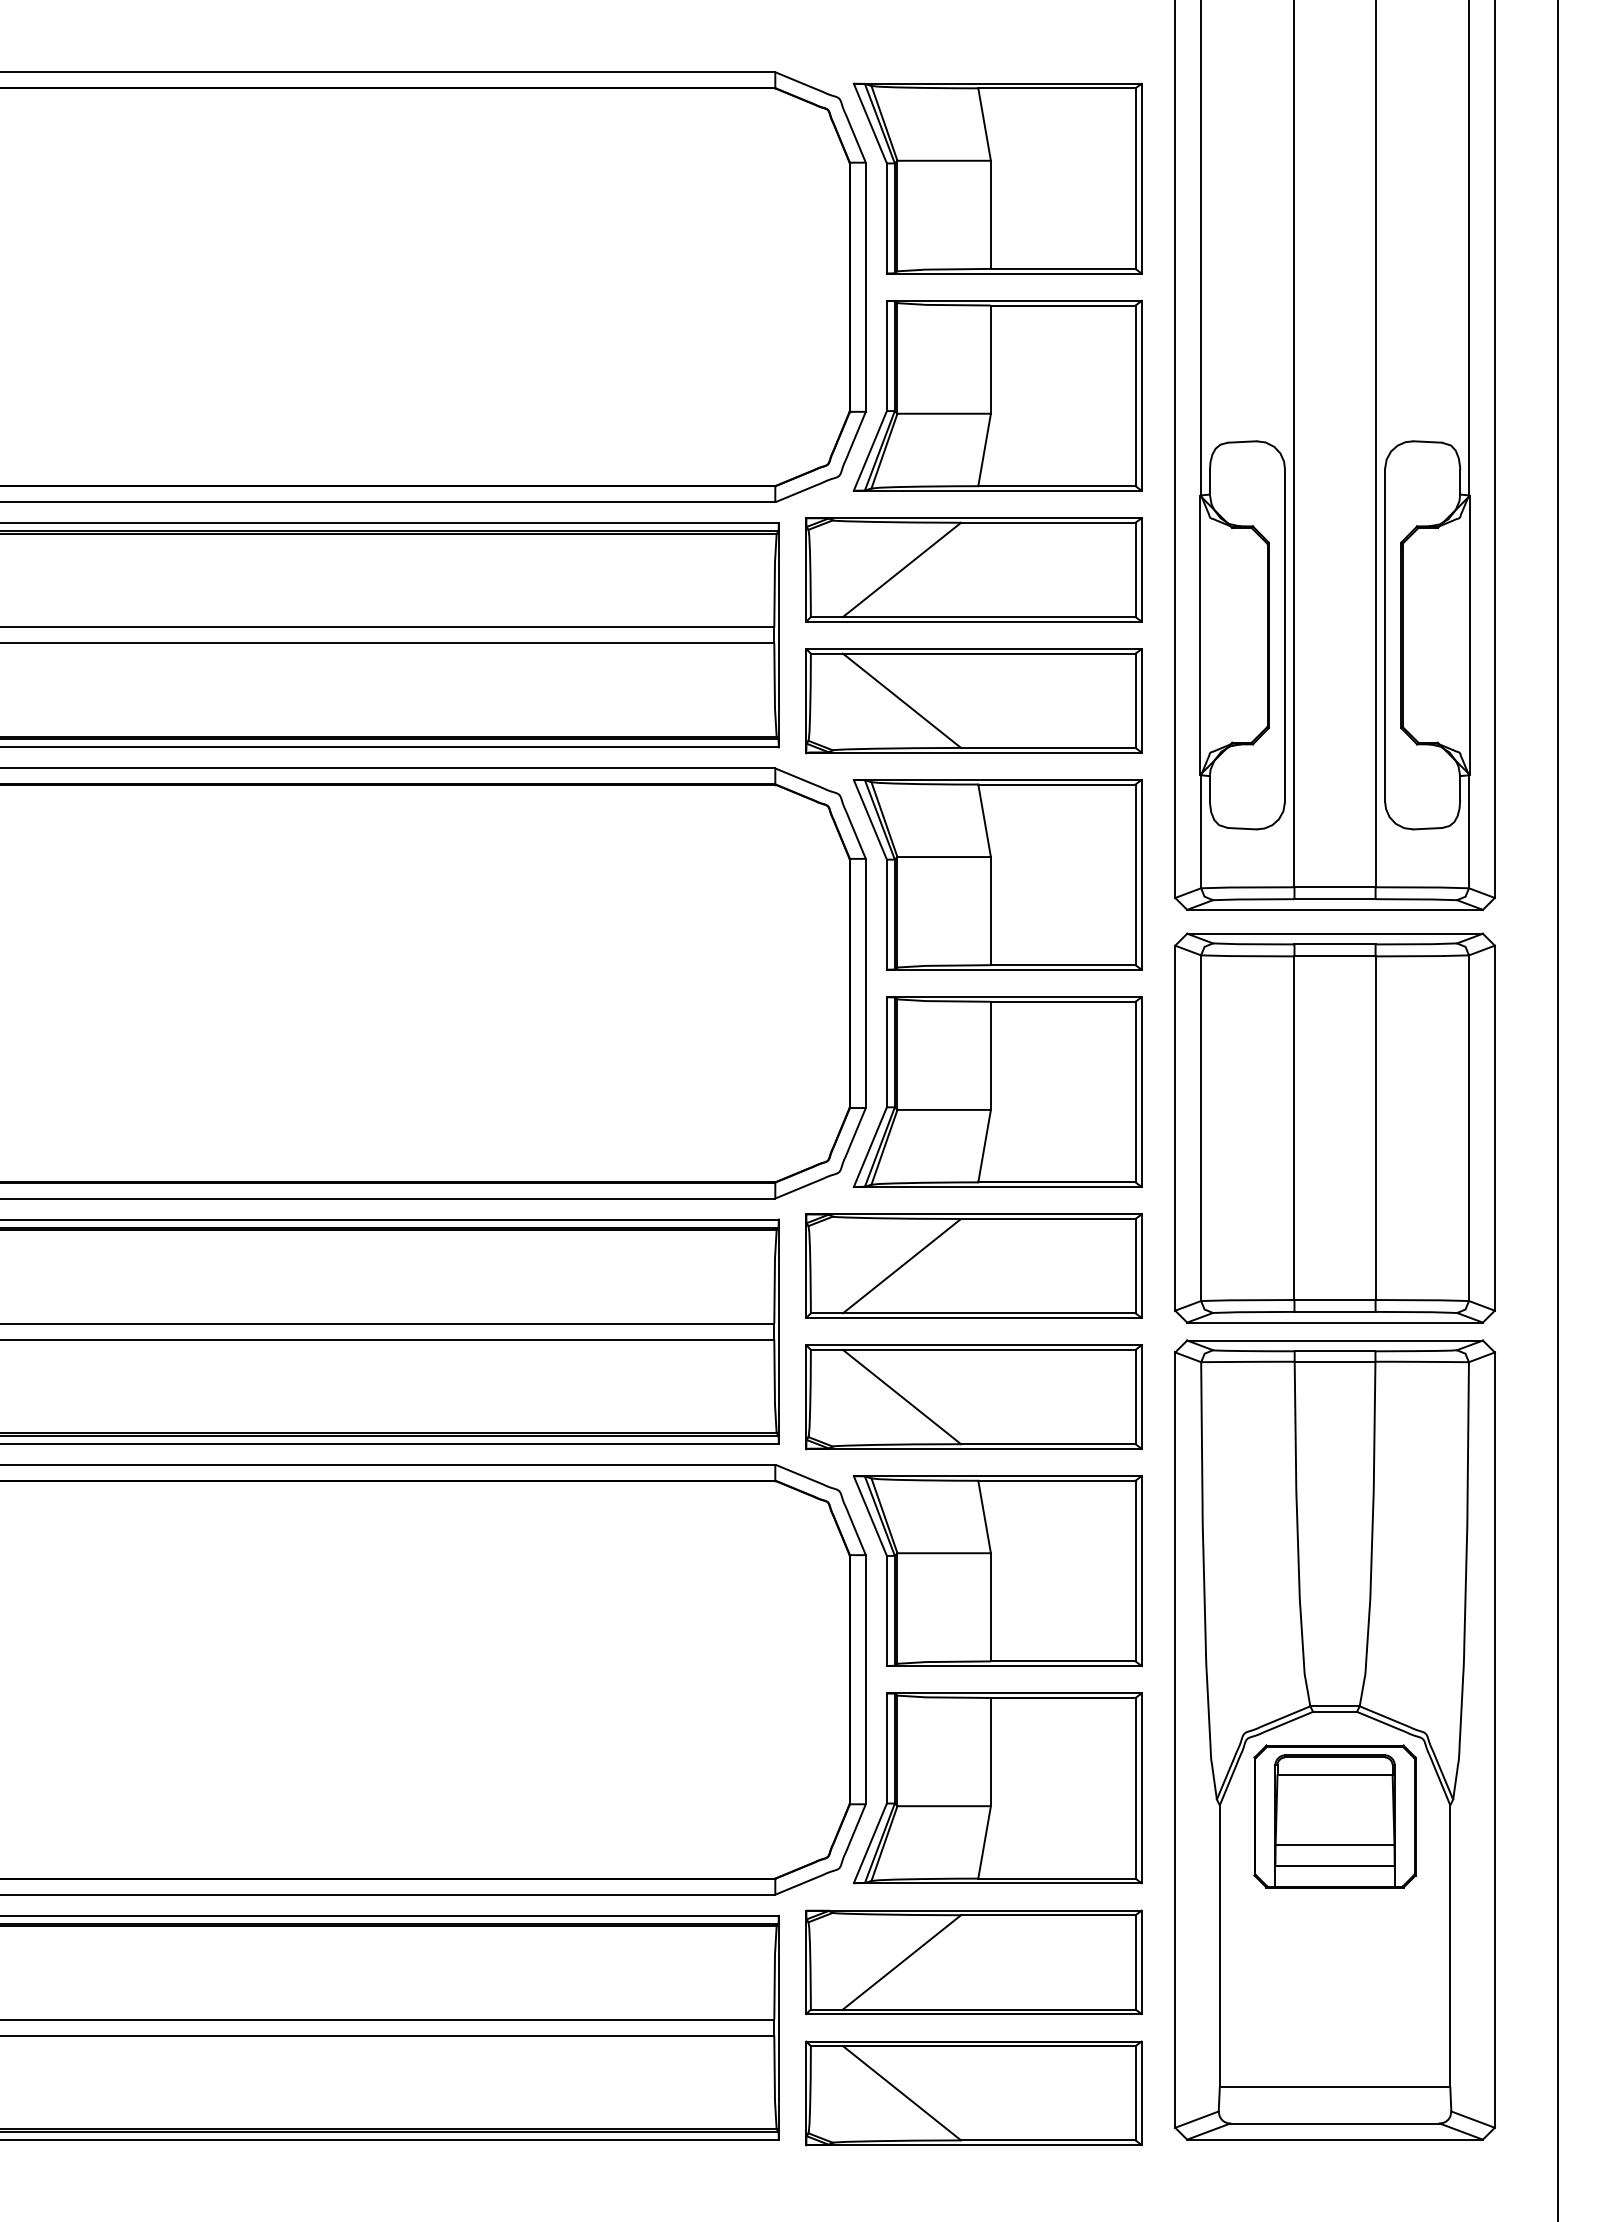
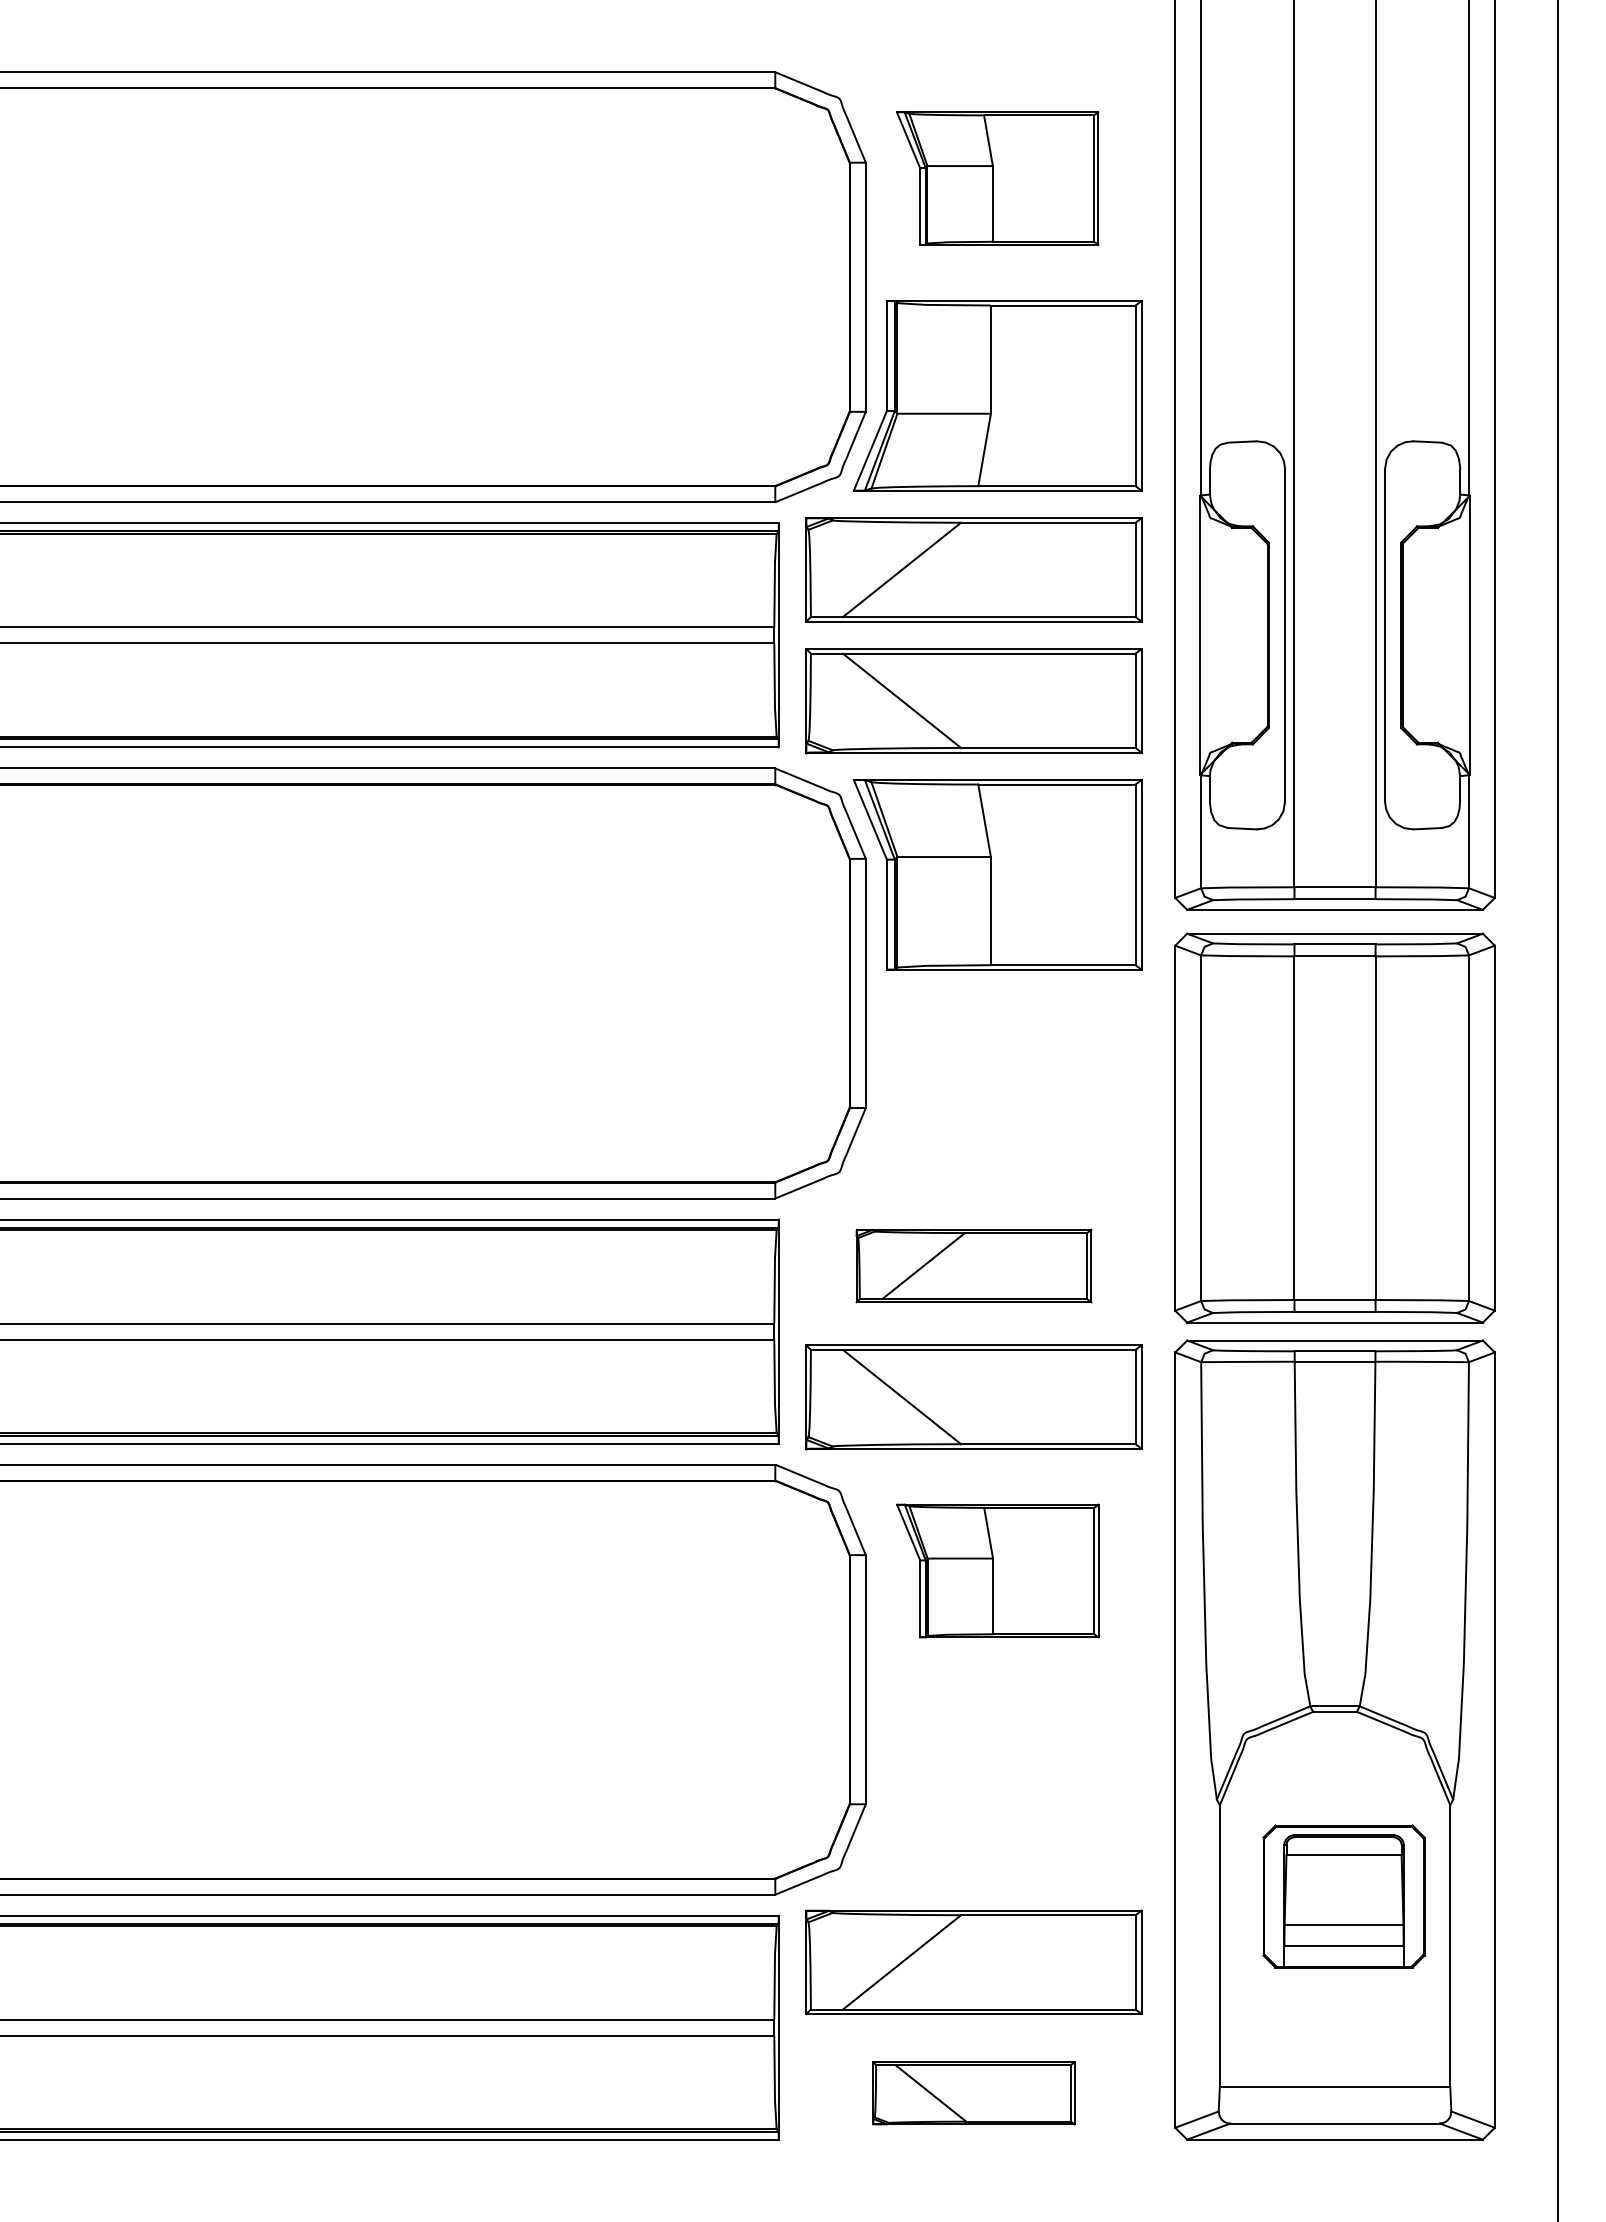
part at (997, 178) size: 291x193 px -> 204x136 px
part at (997, 1091): present -> none
part at (973, 1265) size: 338x106 px -> 238x76 px
part at (997, 1570) size: 290x192 px -> 204x136 px
part at (997, 1788): present -> none
part at (1334, 1816) position: (1334, 1816) -> (1343, 1896)
part at (973, 2093) size: 338x107 px -> 204x65 px
